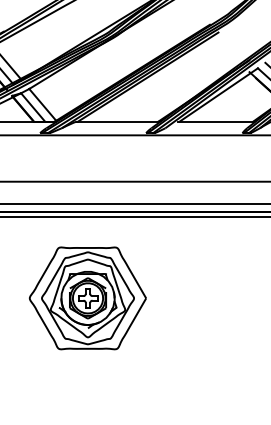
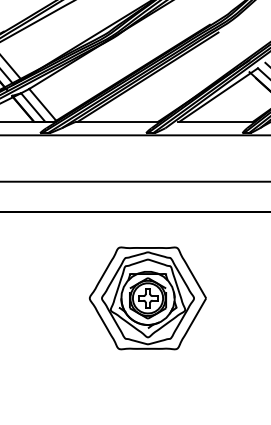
line at (134, 204): present -> none
line at (134, 216): present -> none
part at (87, 298) position: (87, 298) -> (147, 298)
